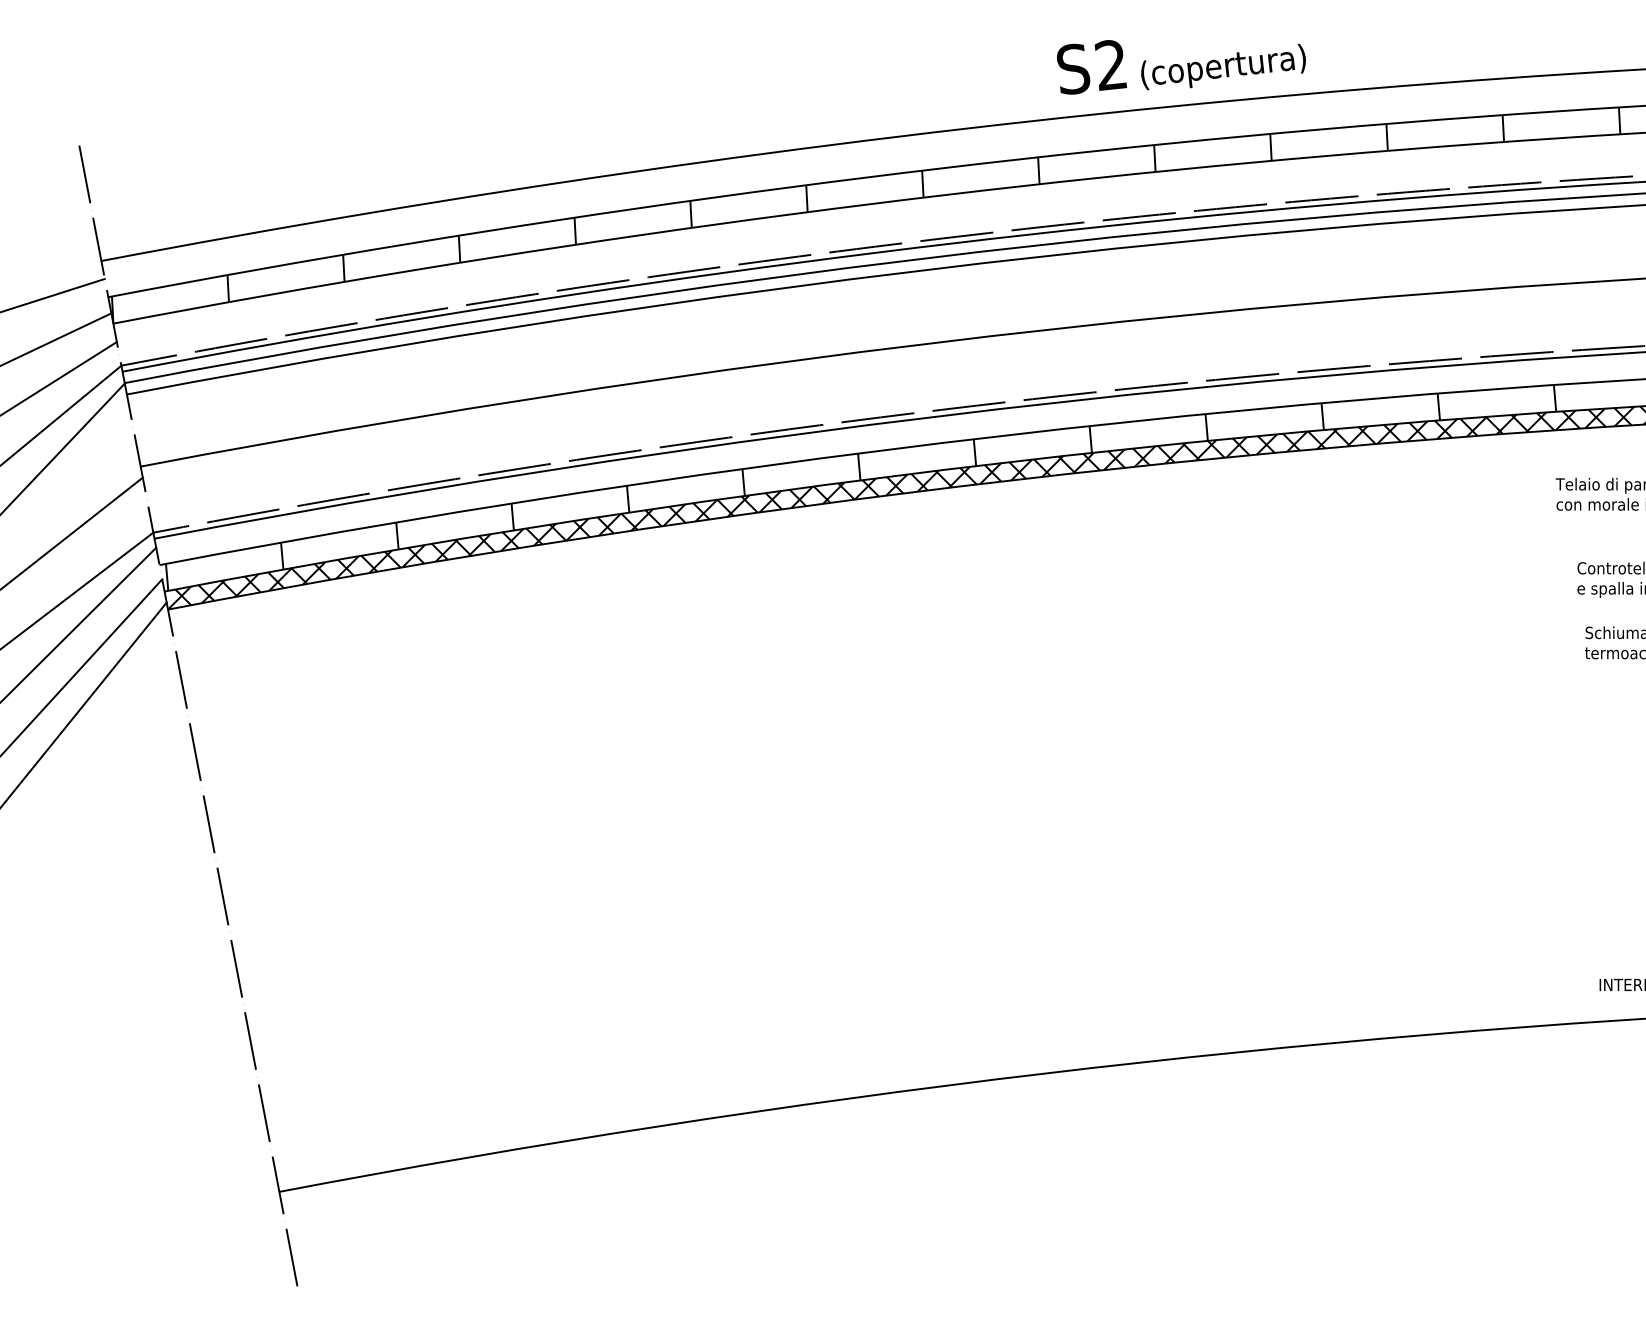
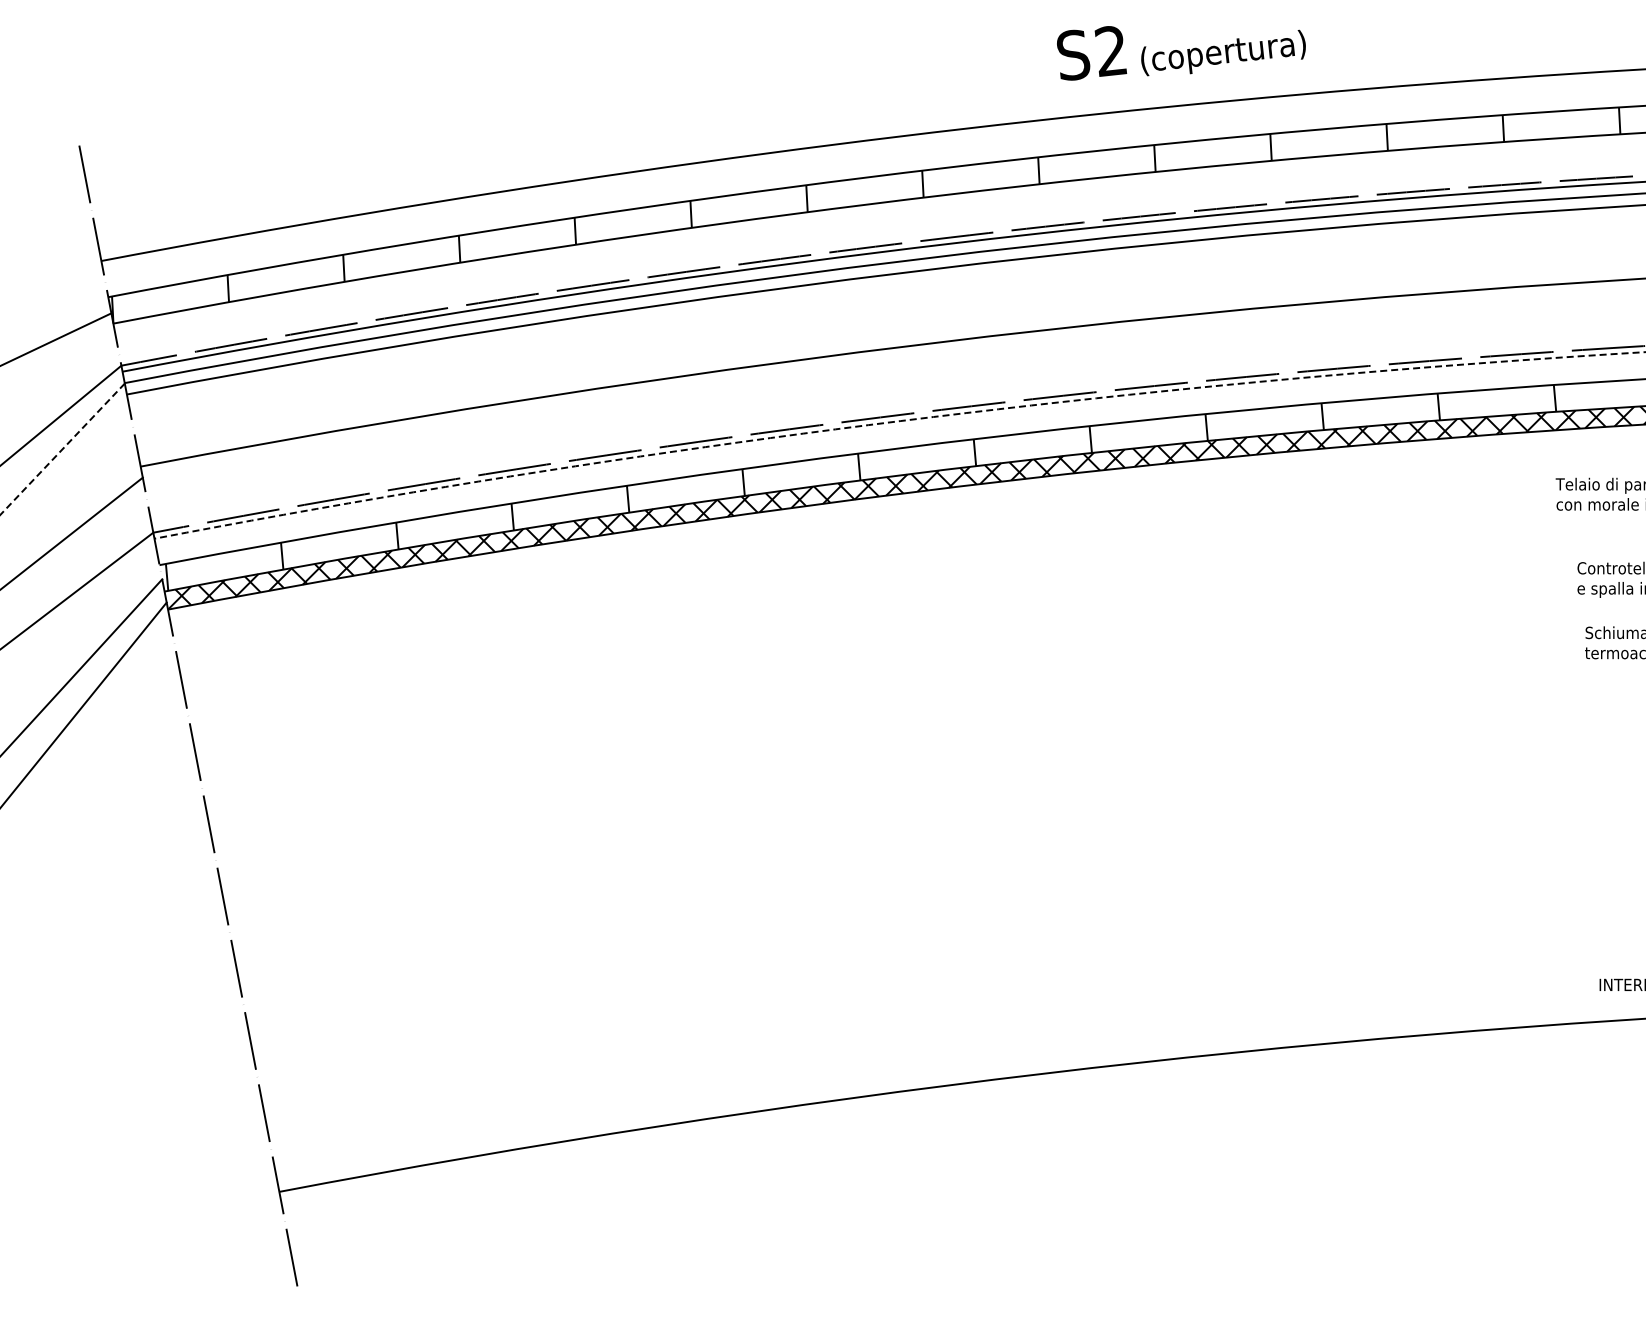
text at (1181, 67) position: (1181, 67) -> (1181, 53)
line at (53, 295): present -> none
line at (59, 378): present -> none
arc at (896, 421): solid -> dashed
line at (62, 448): solid -> dashed
line at (79, 623): present -> none
